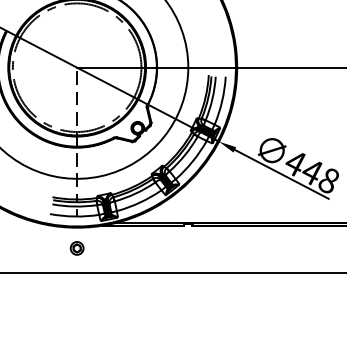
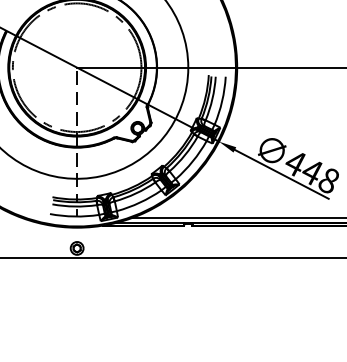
line at (236, 218): none -> present
line at (172, 272) position: (172, 272) -> (172, 257)
